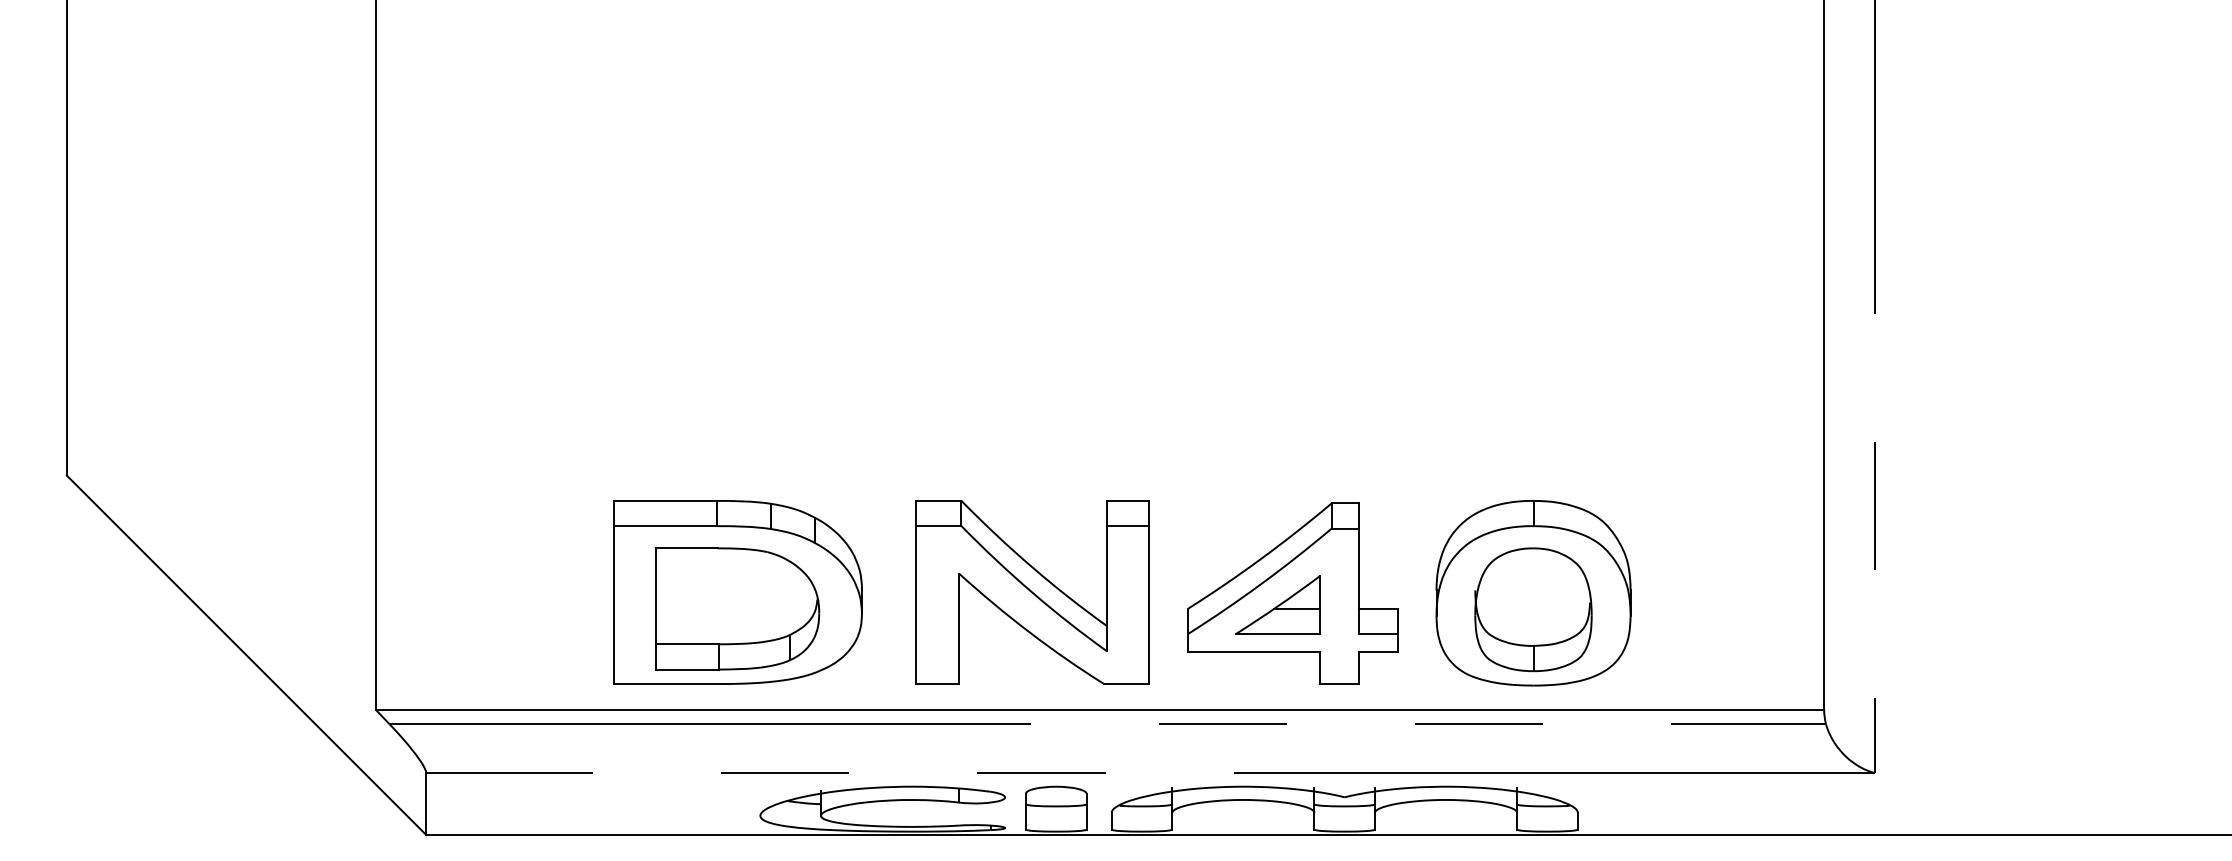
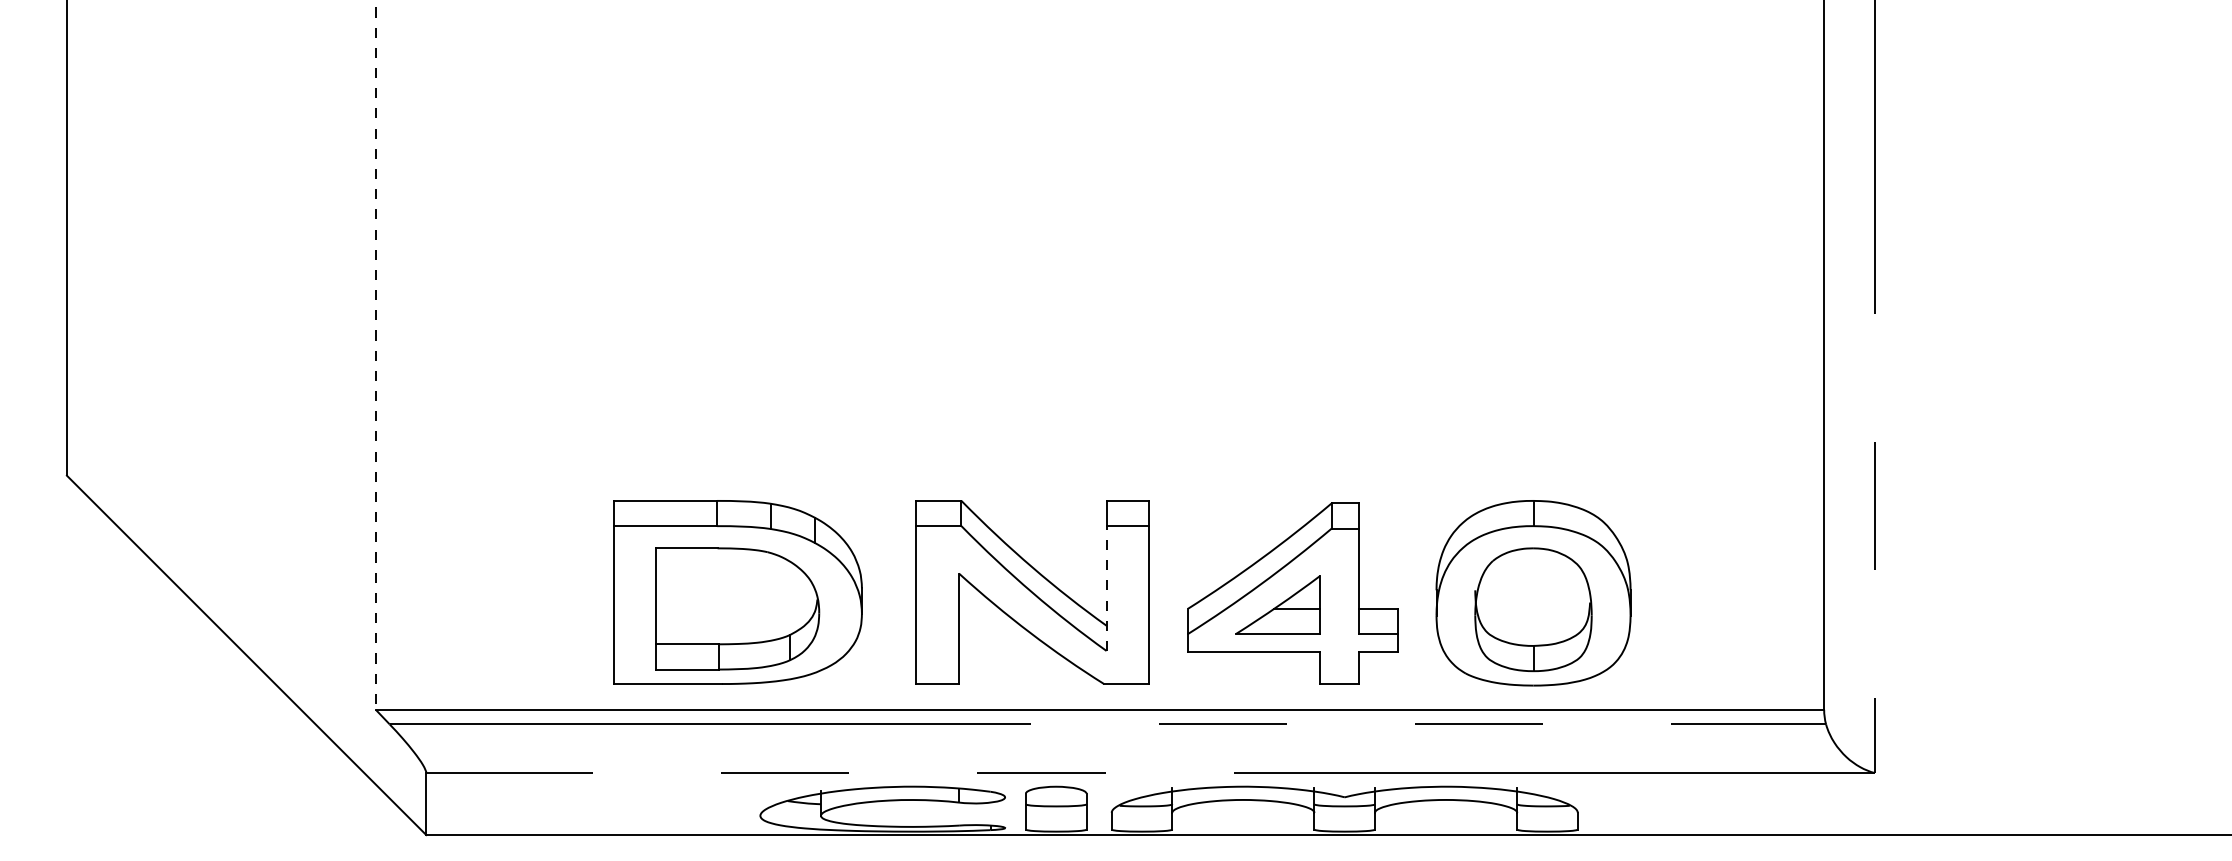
line at (375, 355): solid -> dashed
line at (1106, 588): solid -> dashed
